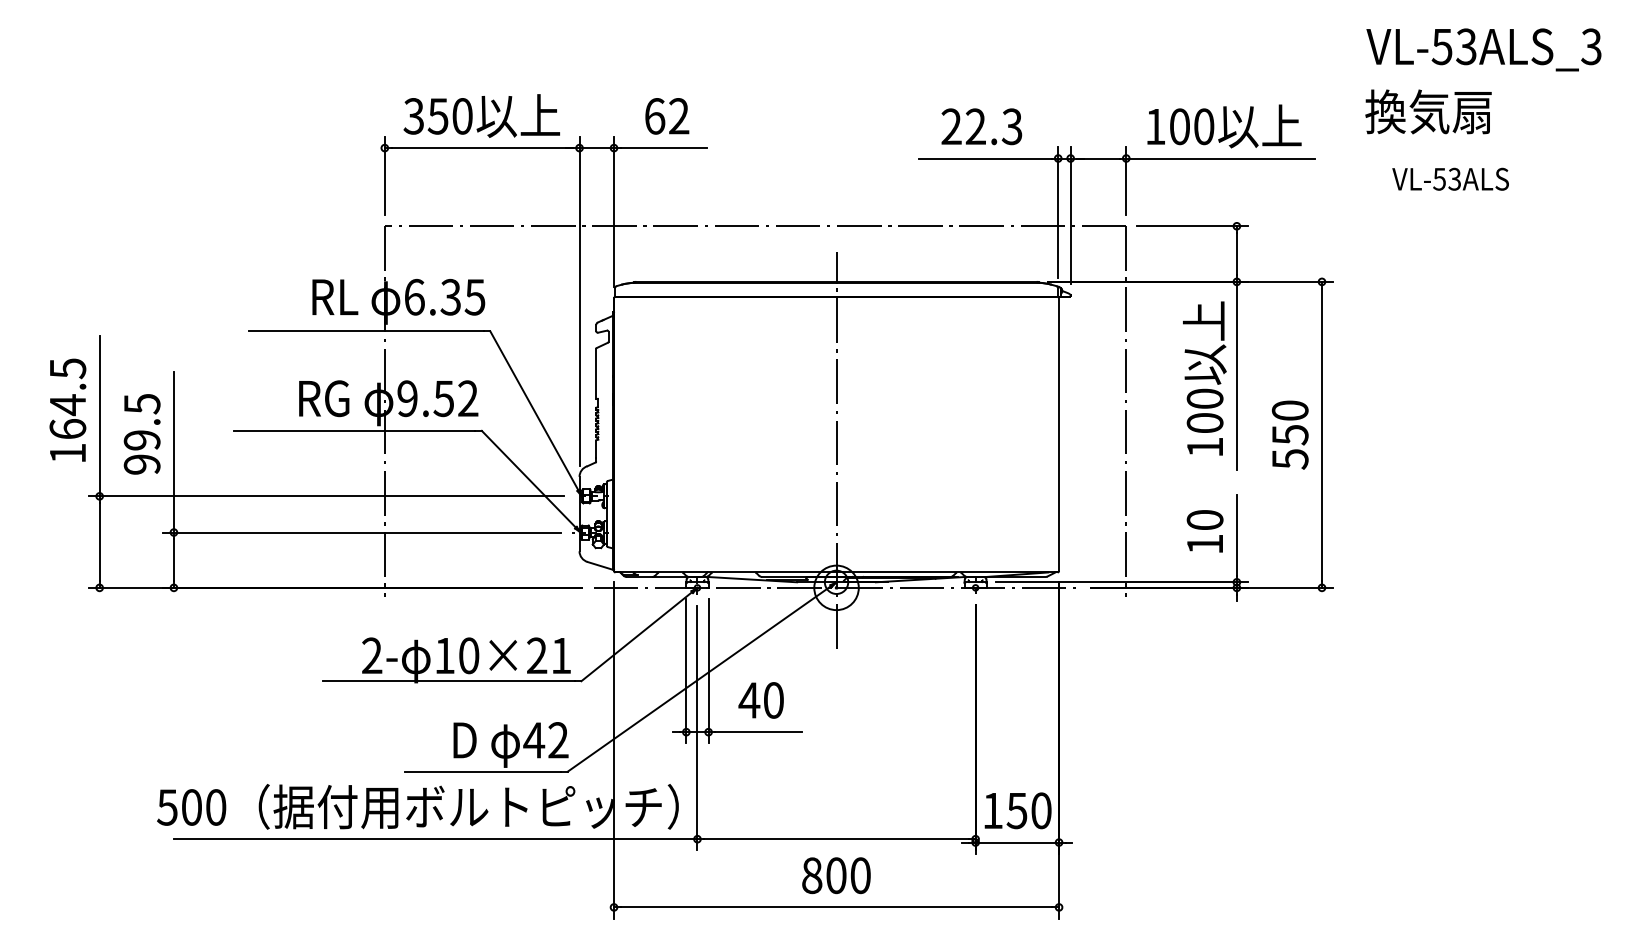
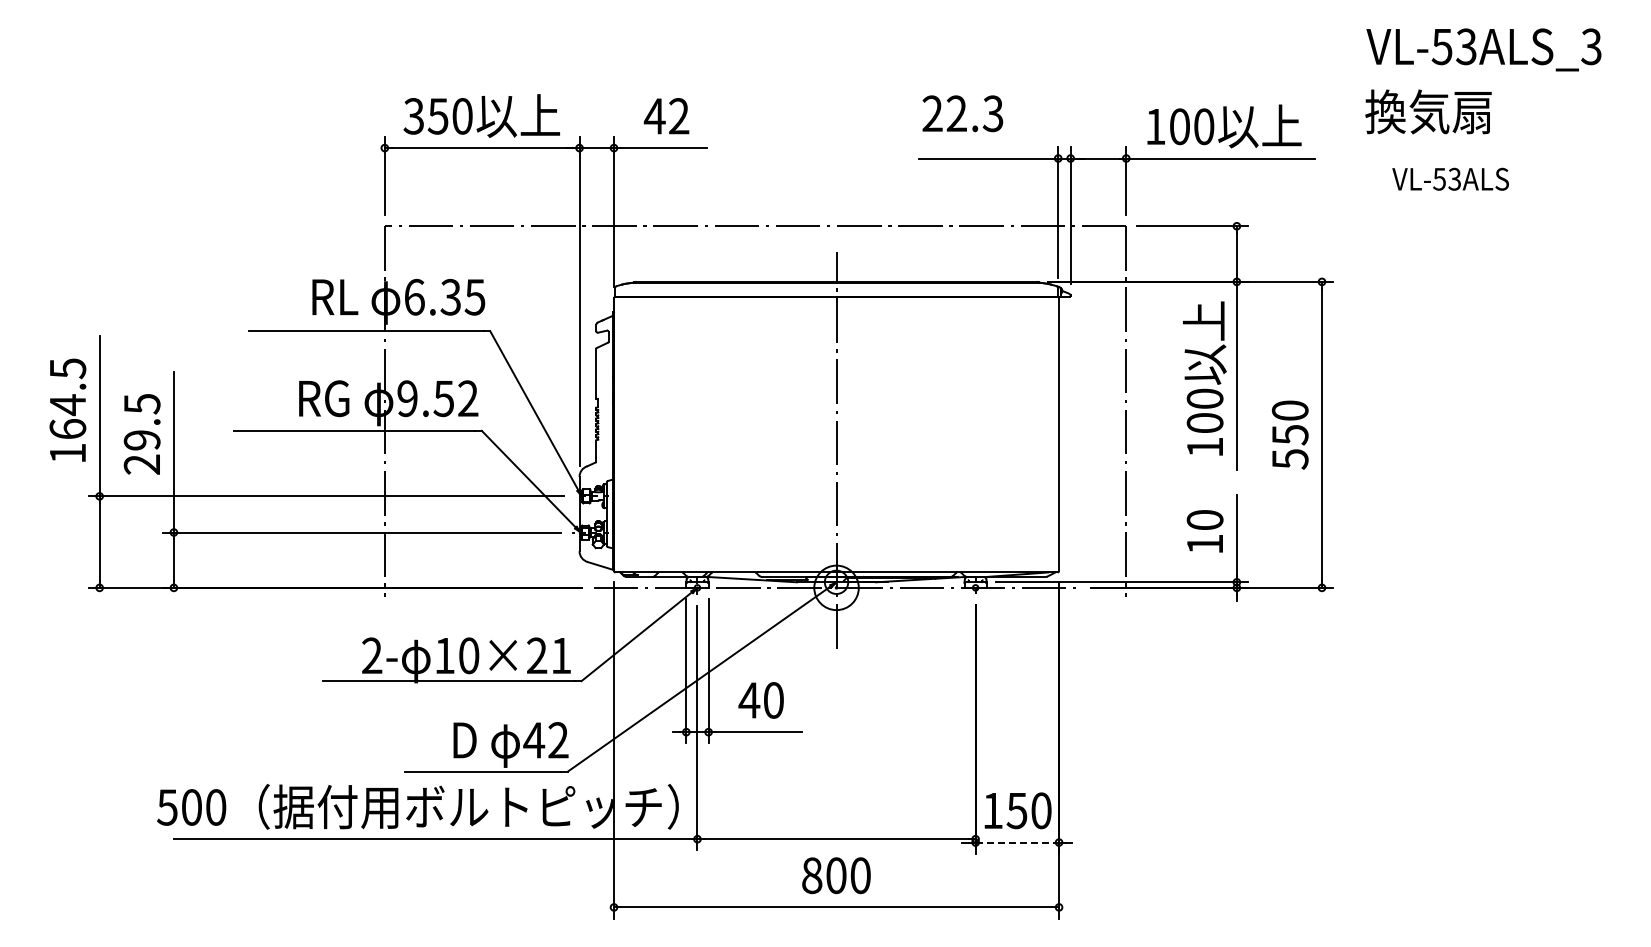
text at (654, 116): 62 -> 42
text at (981, 126) position: (981, 126) -> (962, 113)
text at (142, 464): 99.5 -> 29.5
line at (1017, 842): solid -> dashed
